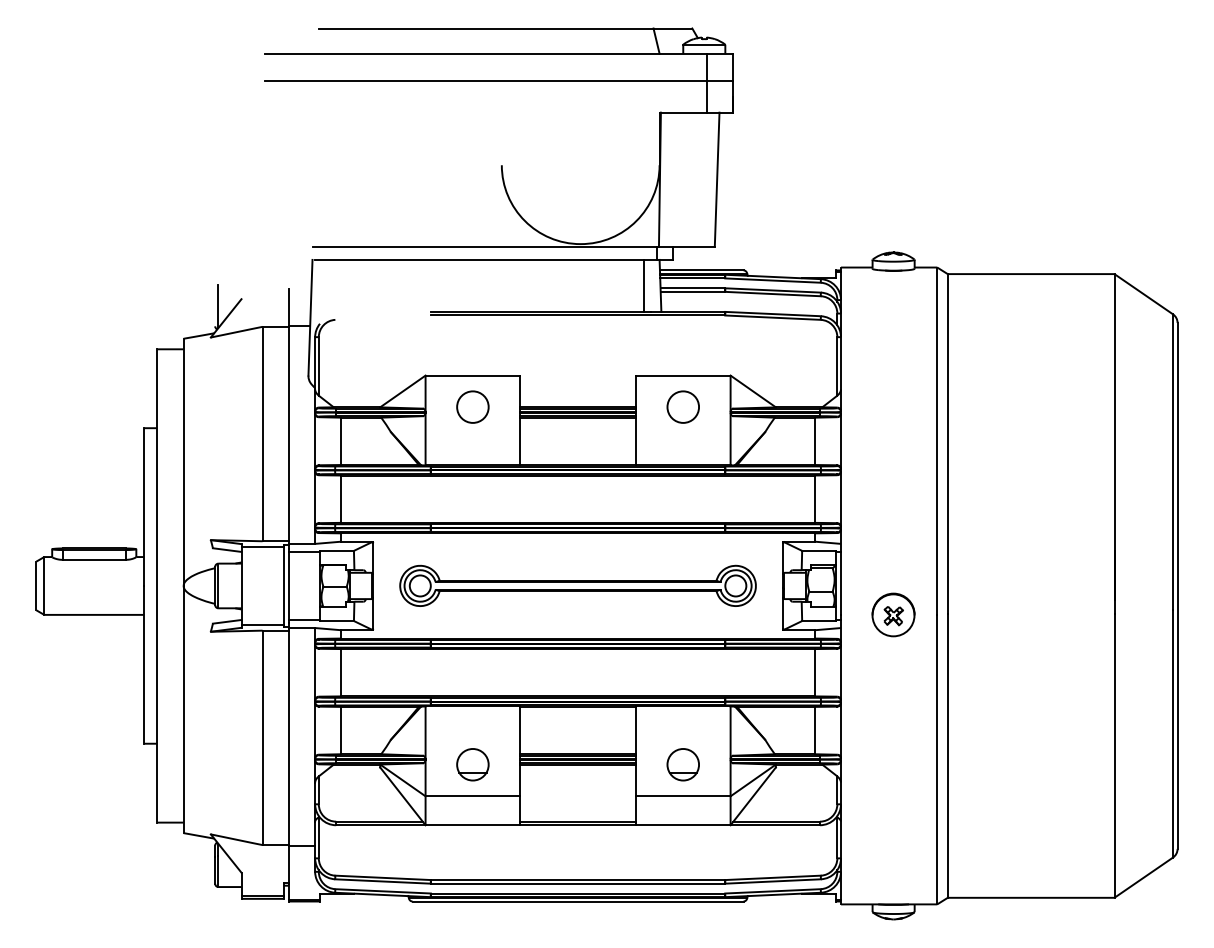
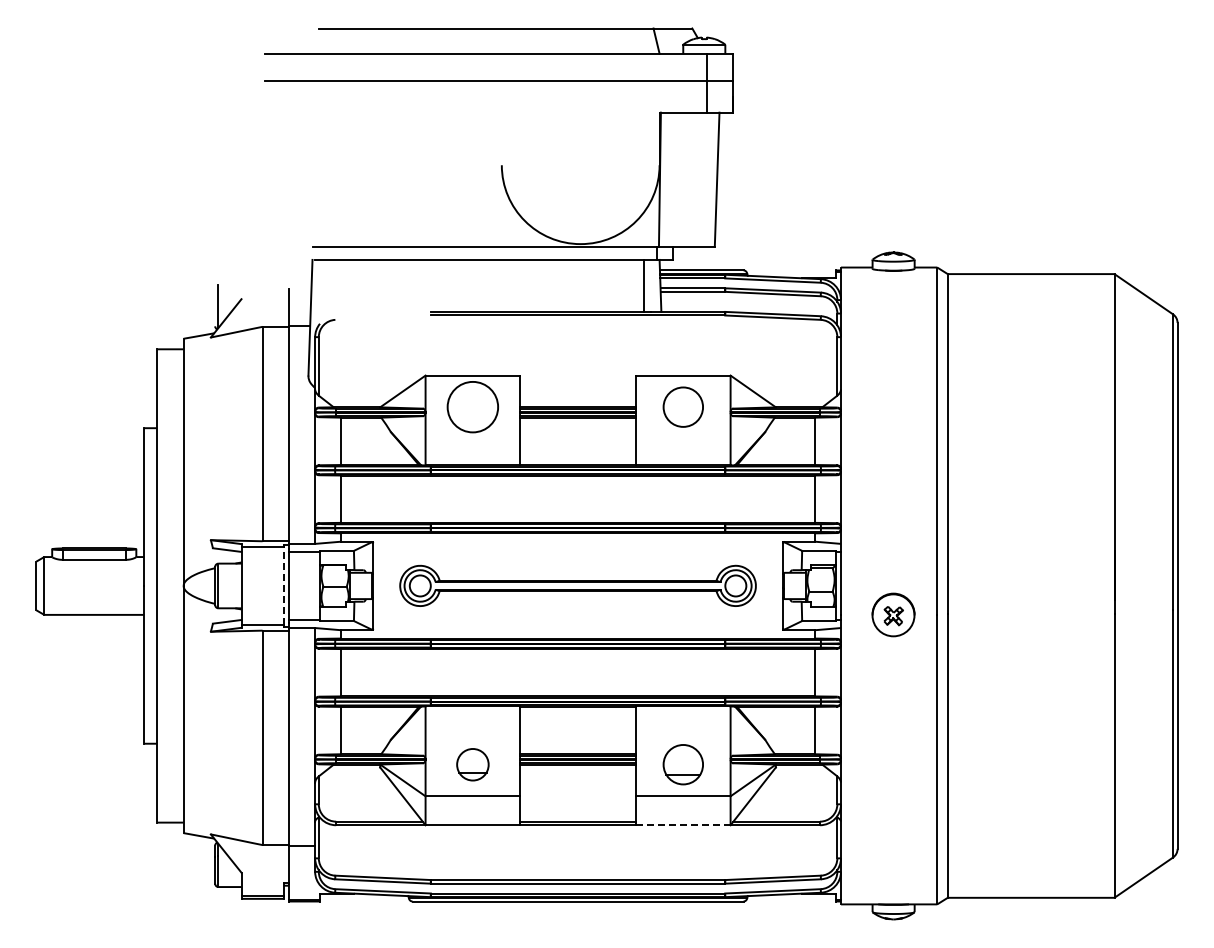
circle at (472, 406) diameter: 32 px -> 50 px
circle at (682, 406) size: 34x34 px -> 42x42 px
line at (283, 585): solid -> dashed
part at (682, 764) size: 34x34 px -> 42x42 px
line at (683, 825): solid -> dashed
